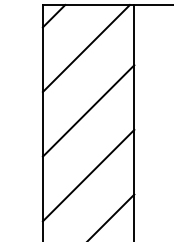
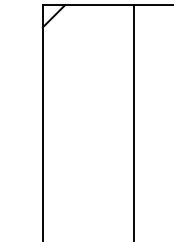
line at (85, 48): present -> none
line at (88, 110): present -> none
line at (88, 175): present -> none
line at (112, 216): present -> none
